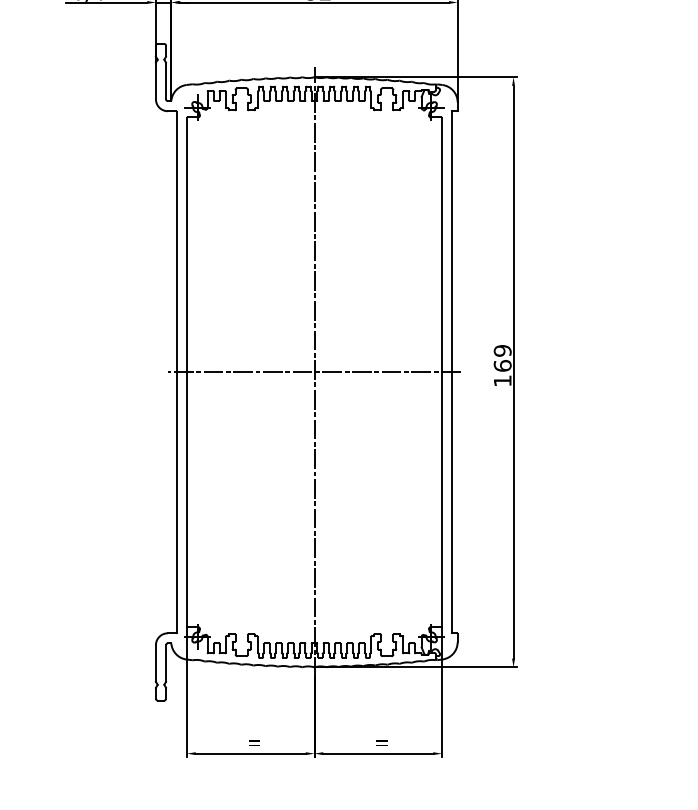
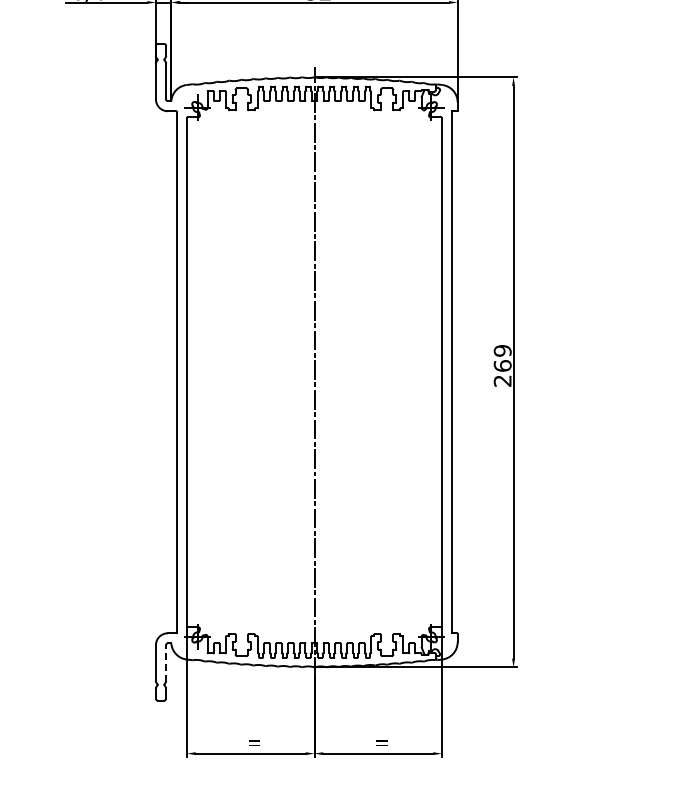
line at (314, 372): present -> none
text at (502, 380): 169 -> 269
line at (166, 662): solid -> dashed
